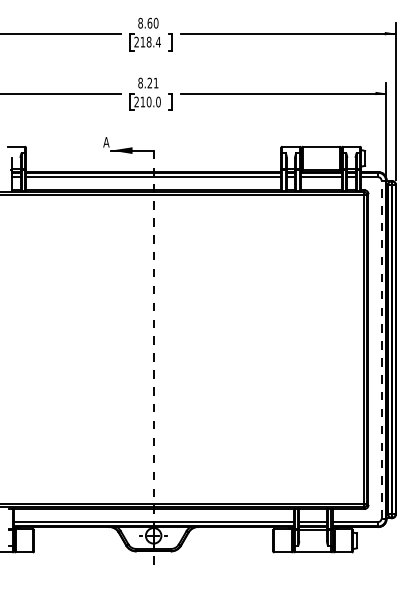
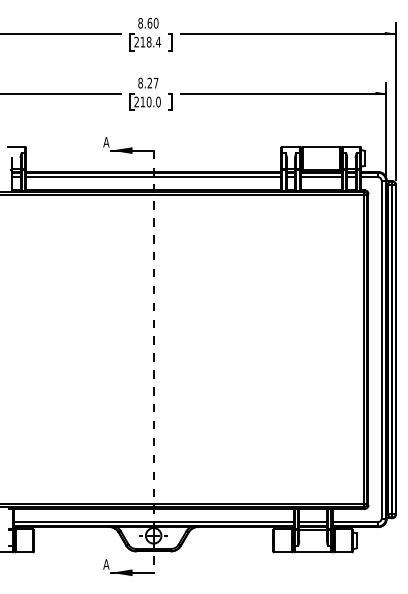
text at (155, 82): 8.21 -> 8.27
line at (381, 349): dashed -> solid
part at (128, 567): none -> present
